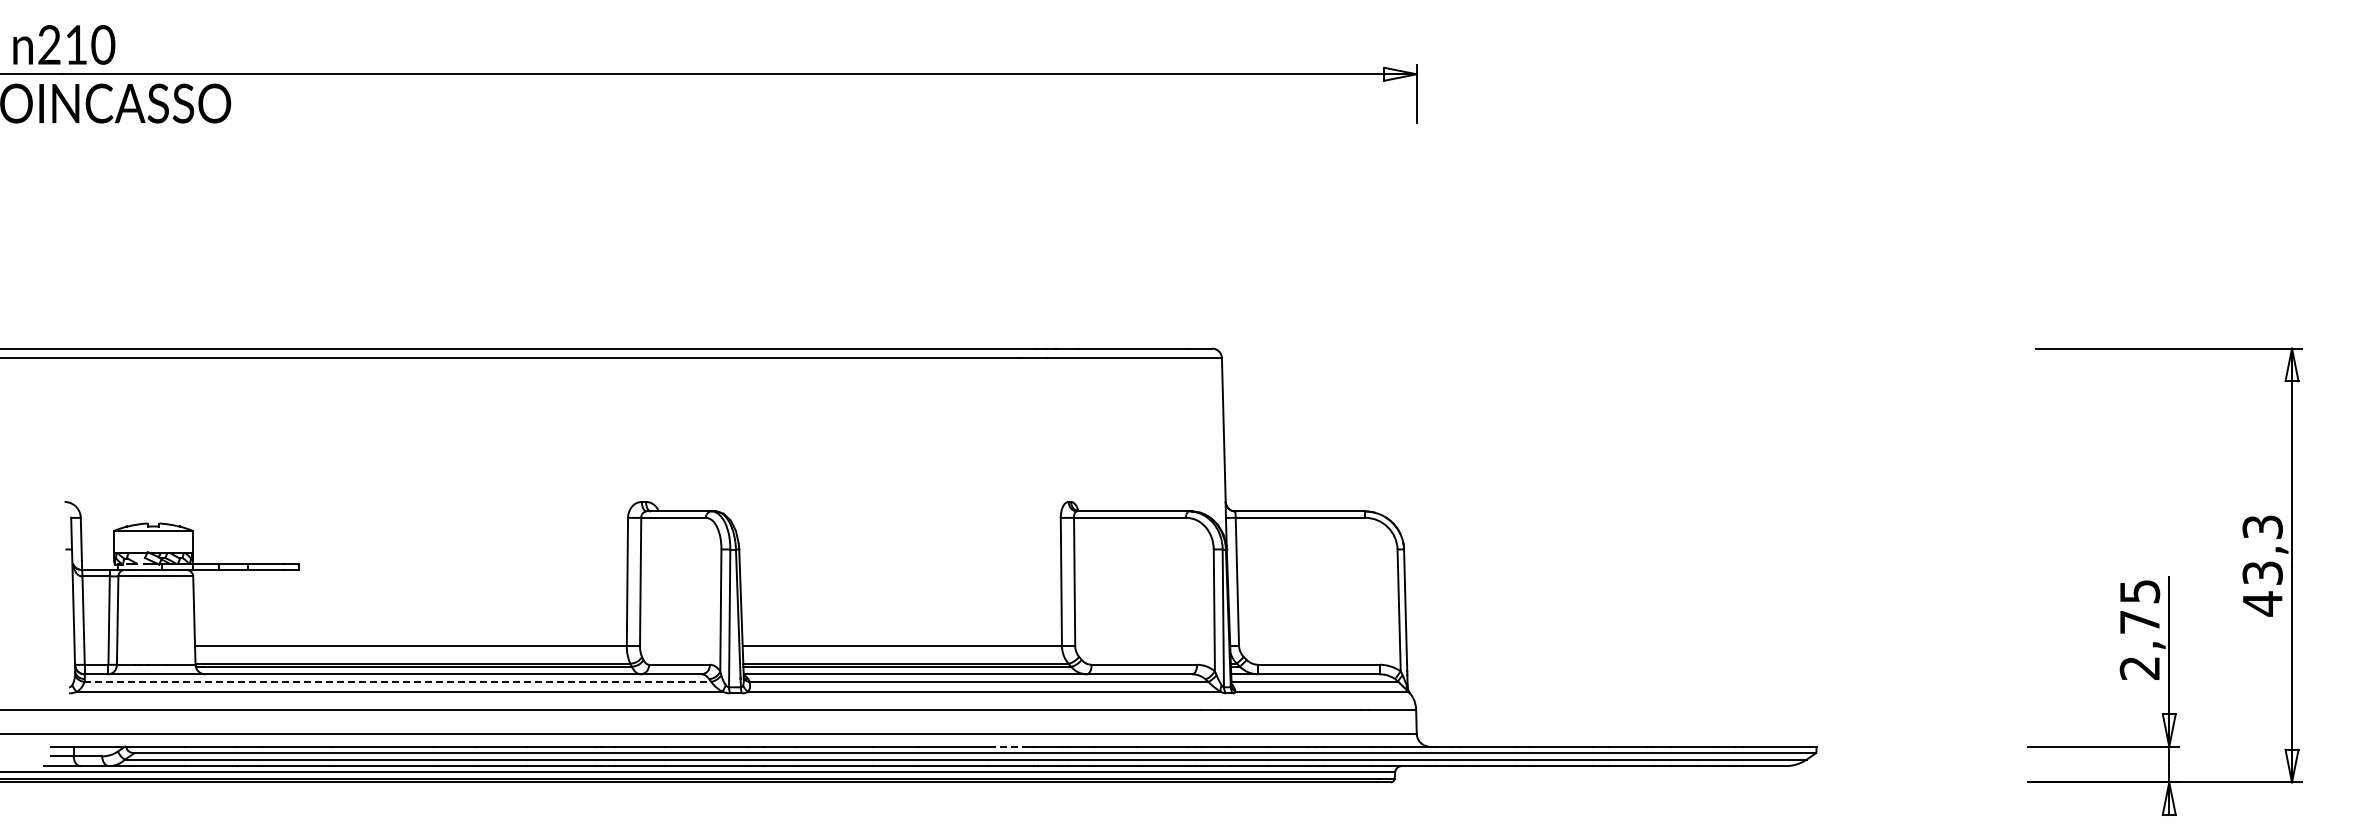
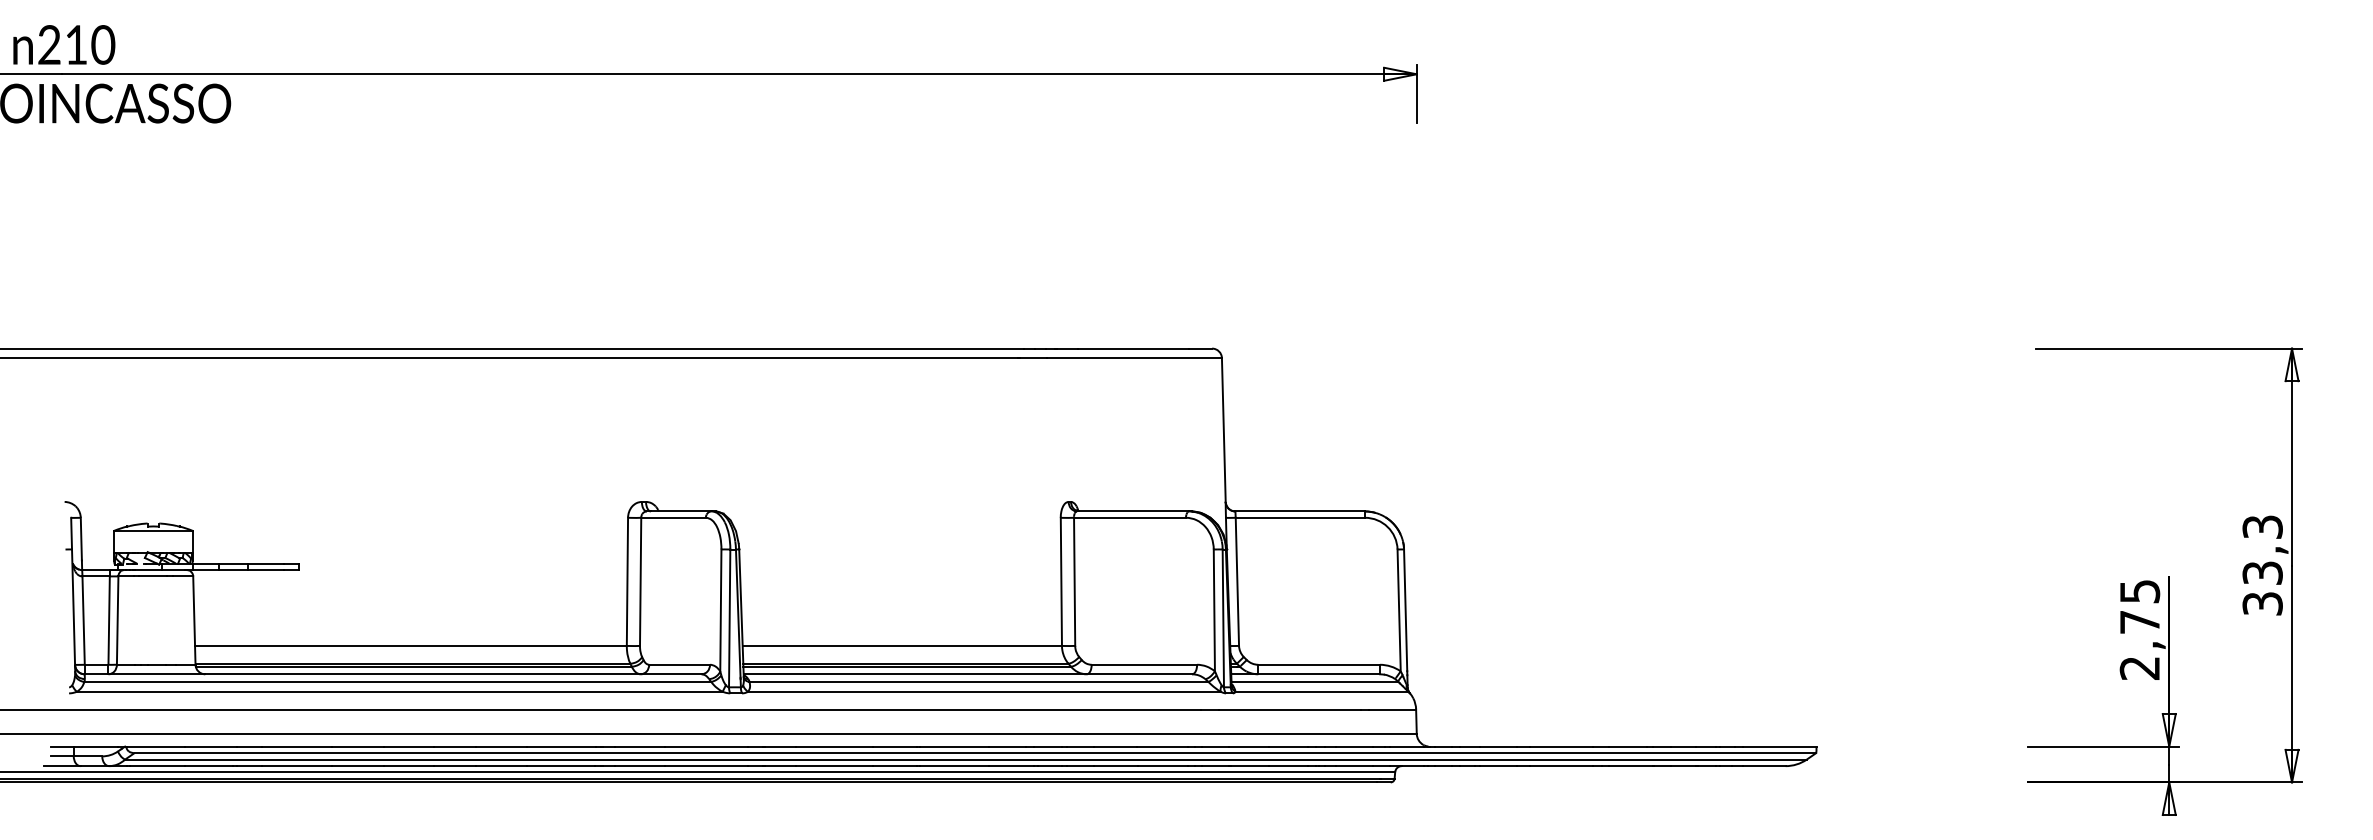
text at (2262, 603): 43,3 -> 33,3
line at (398, 681): dashed -> solid
line at (1007, 746): dashed -> solid
